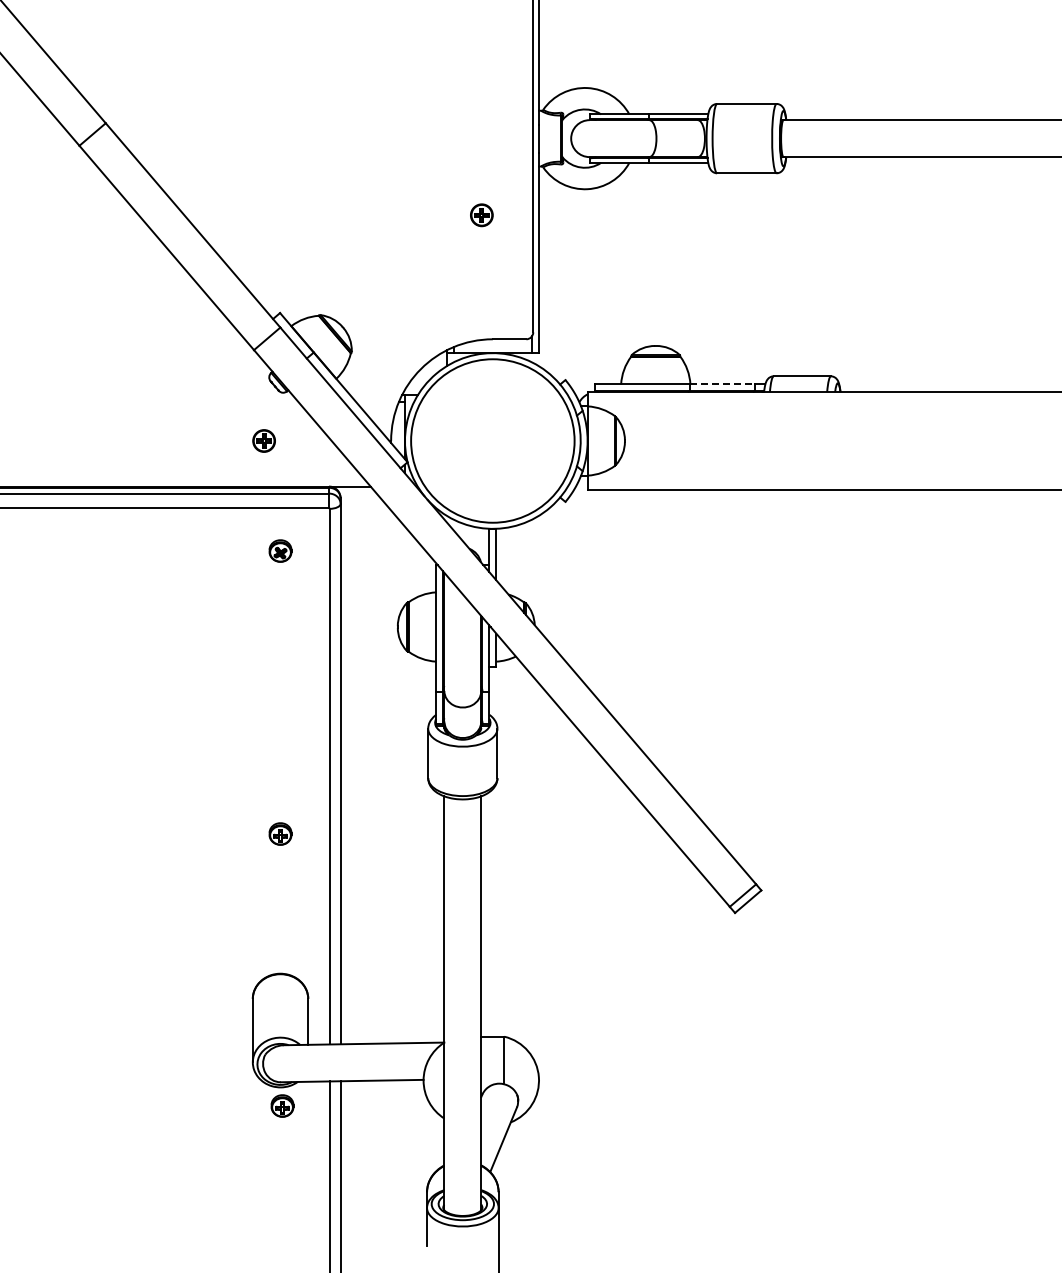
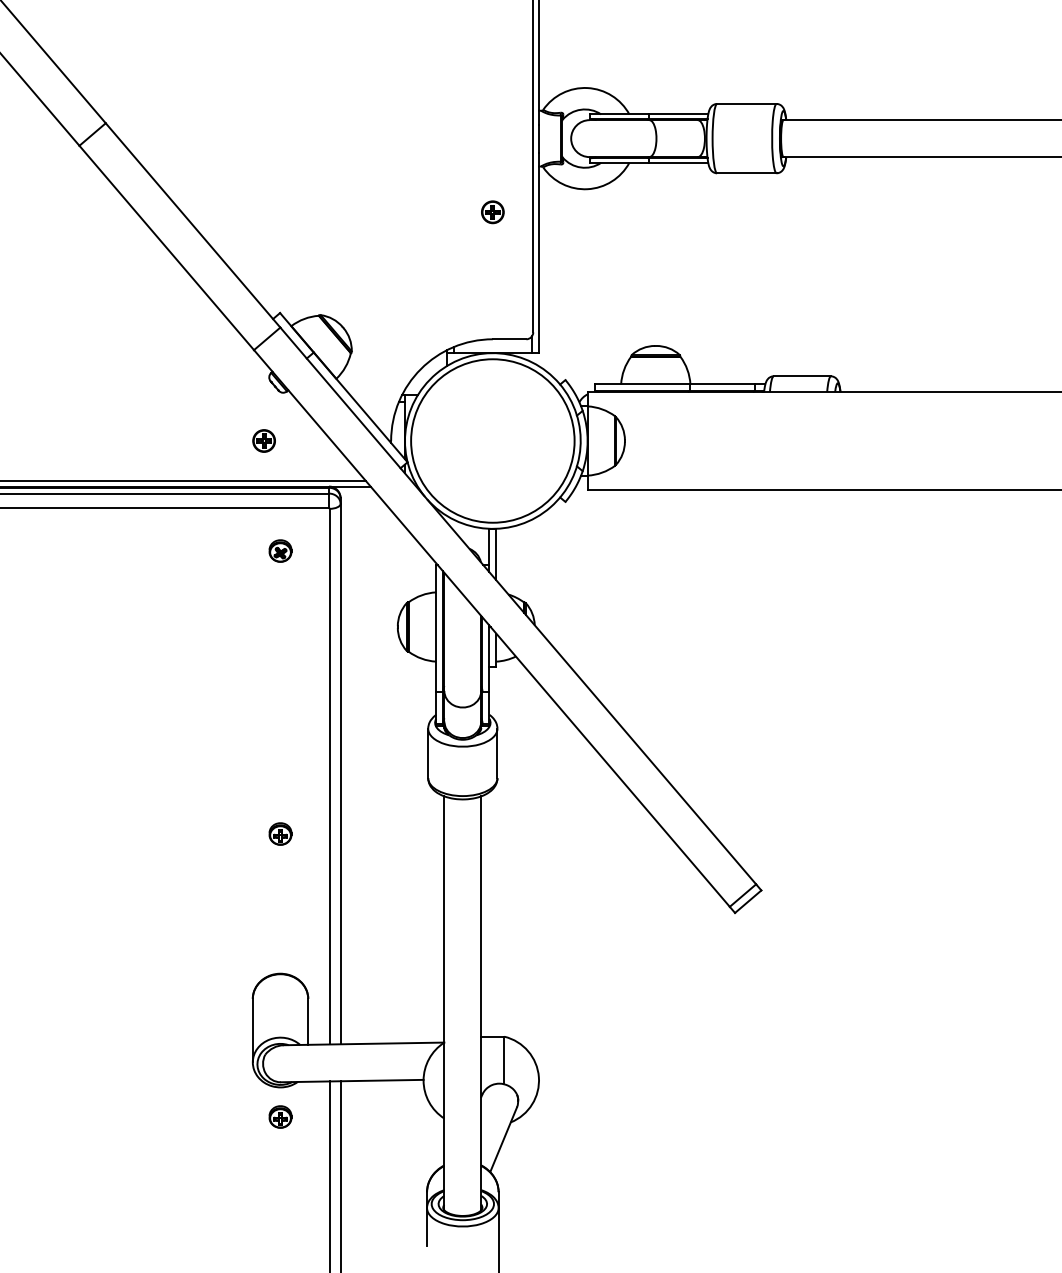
part at (481, 215) position: (481, 215) -> (492, 212)
line at (722, 384): dashed -> solid
line at (184, 481): none -> present
part at (282, 1105) position: (282, 1105) -> (280, 1116)
